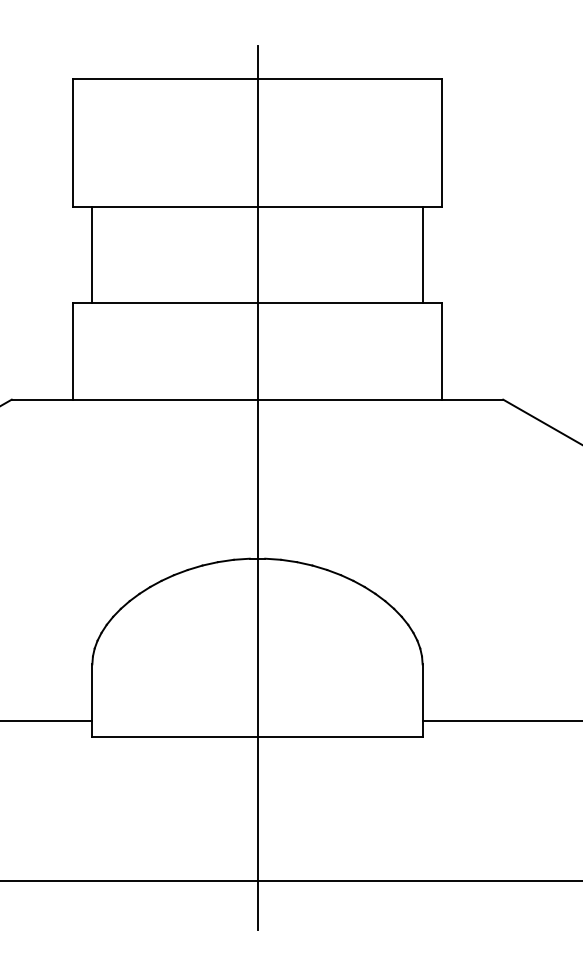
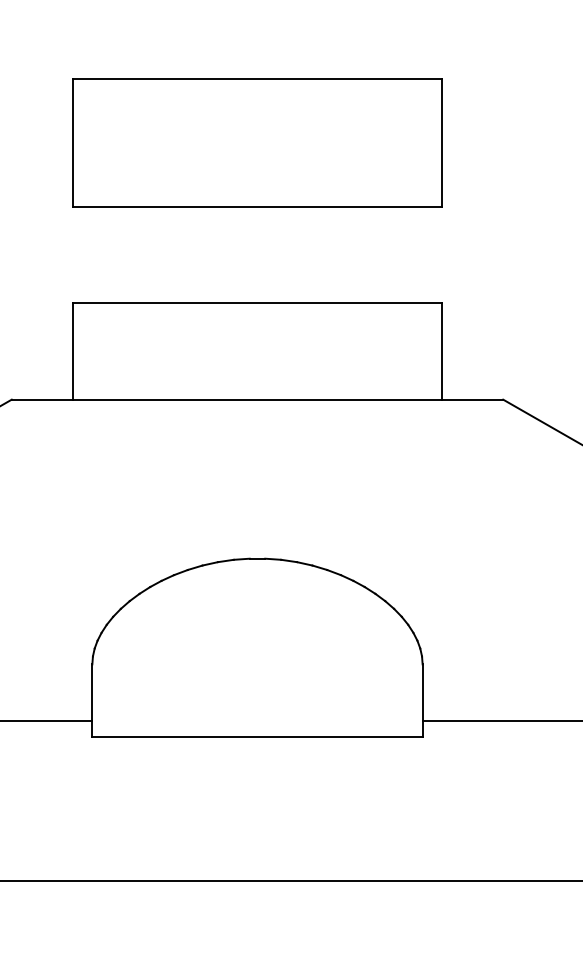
line at (91, 255): present -> none
line at (423, 255): present -> none
line at (257, 487): present -> none
